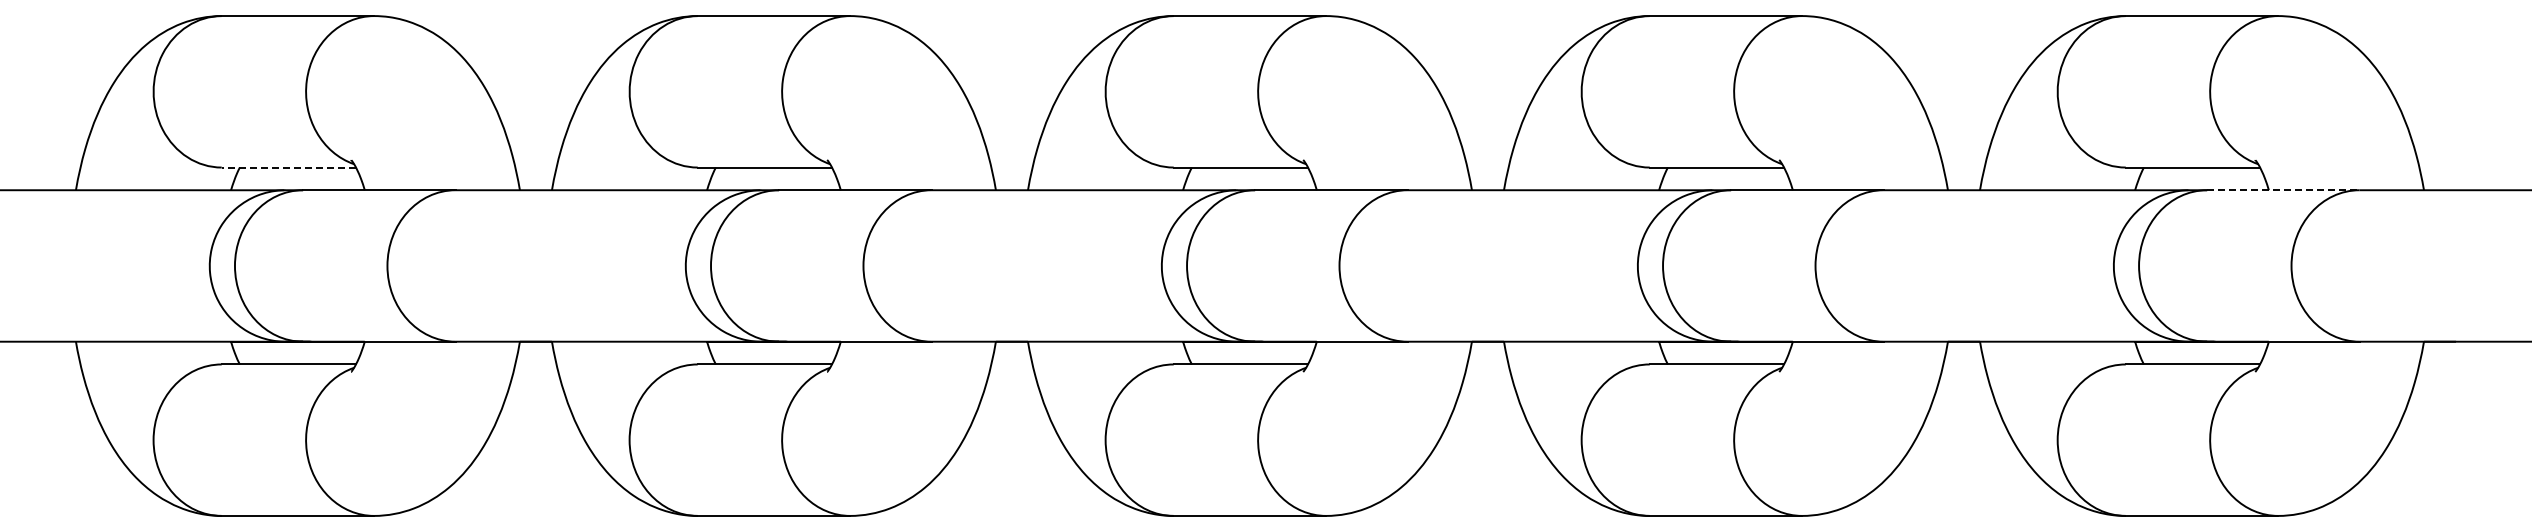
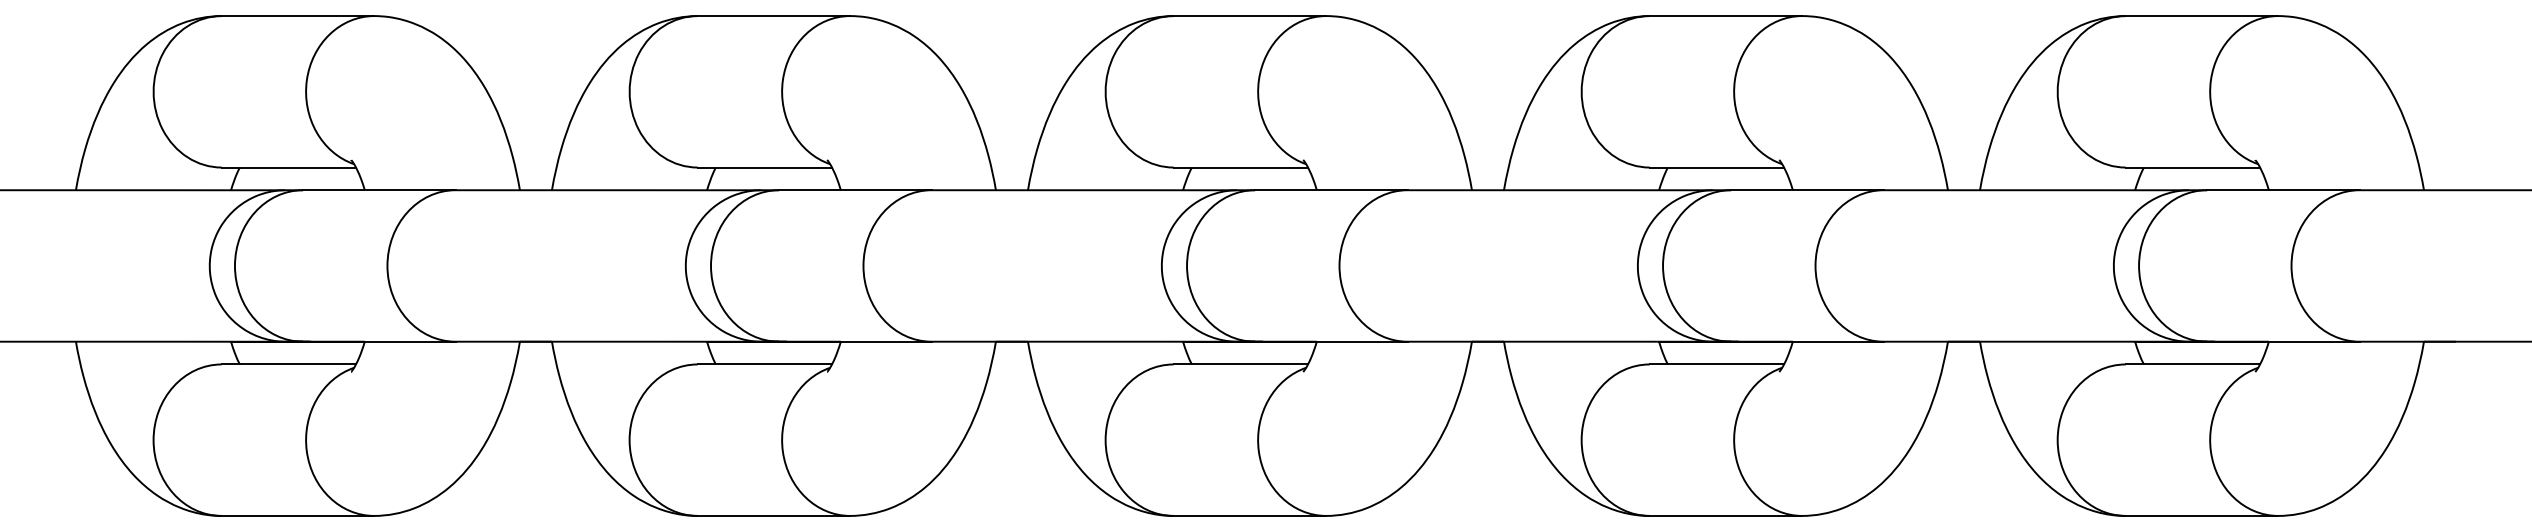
line at (288, 167): dashed -> solid
line at (2283, 190): dashed -> solid
